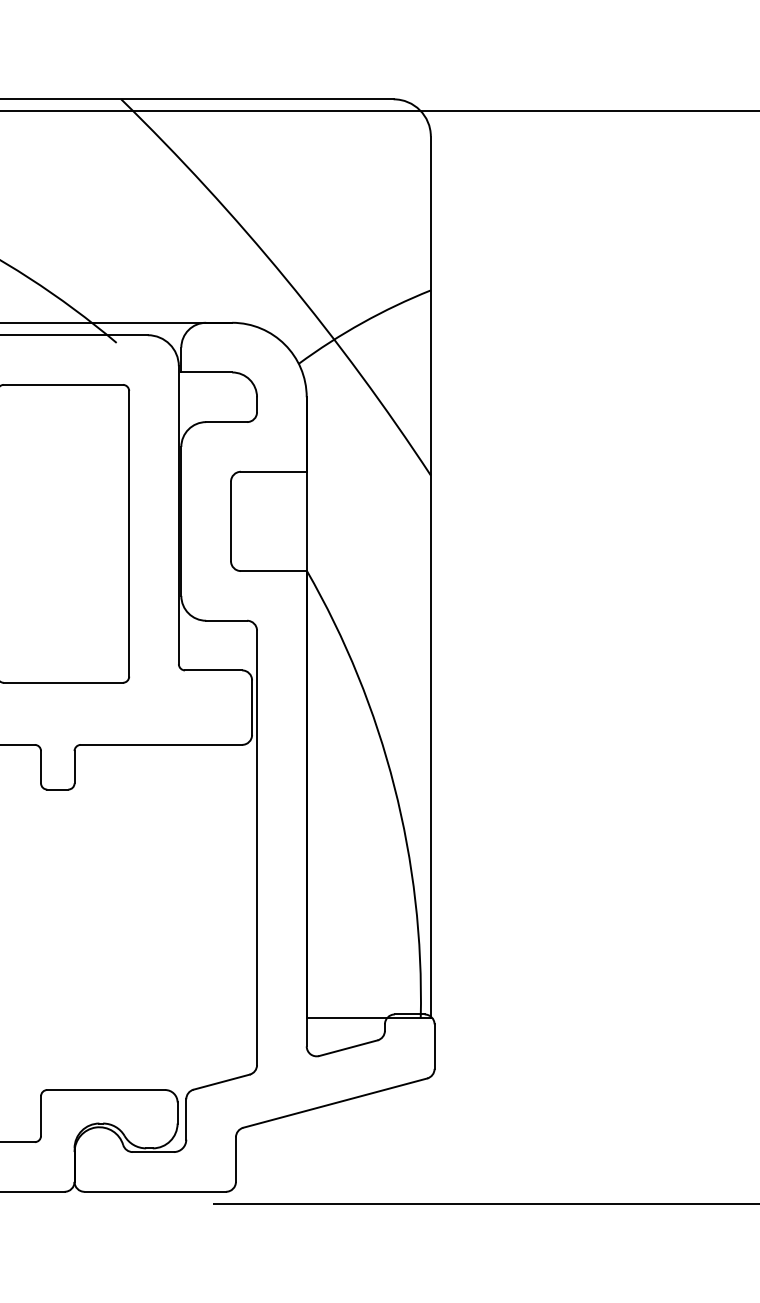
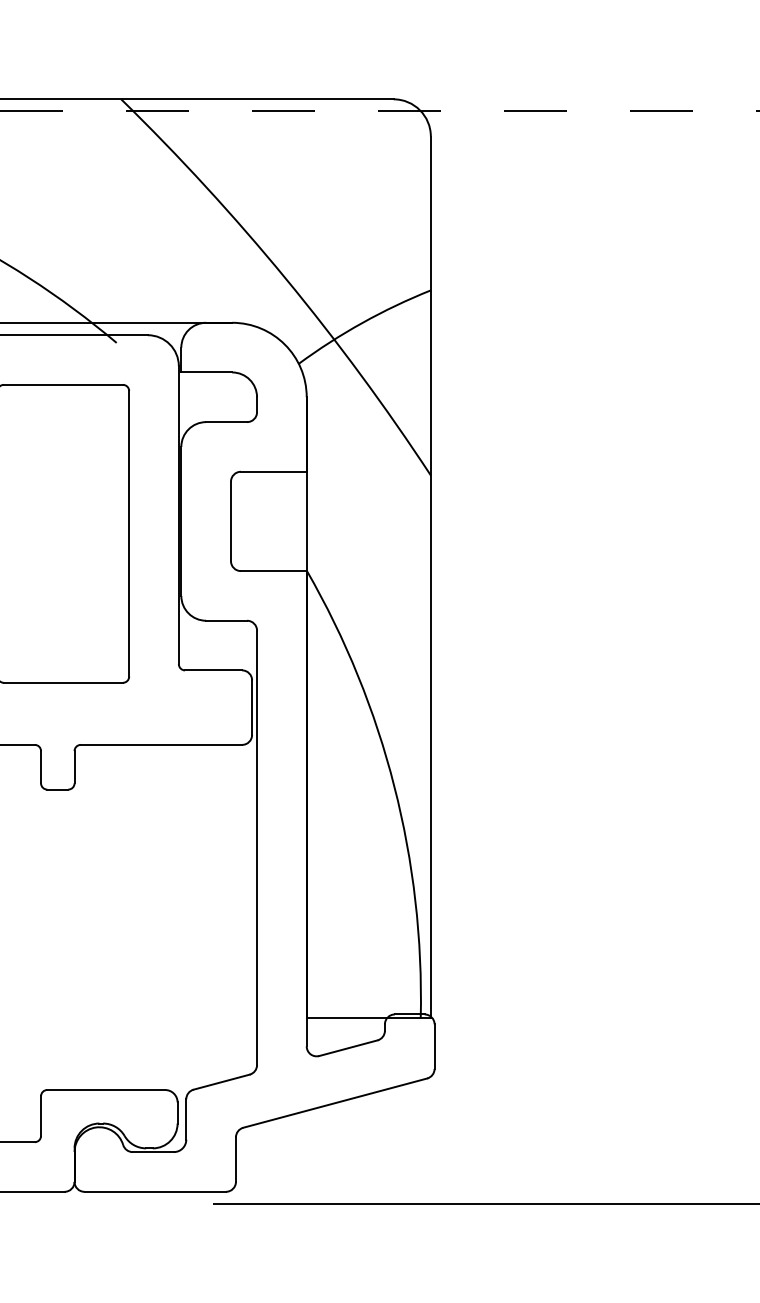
line at (379, 111): solid -> dashed
